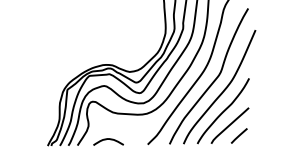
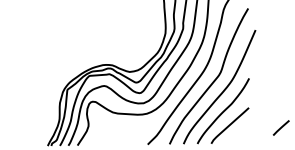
line at (238, 135) position: (238, 135) -> (280, 127)
curve at (108, 139): present -> none
